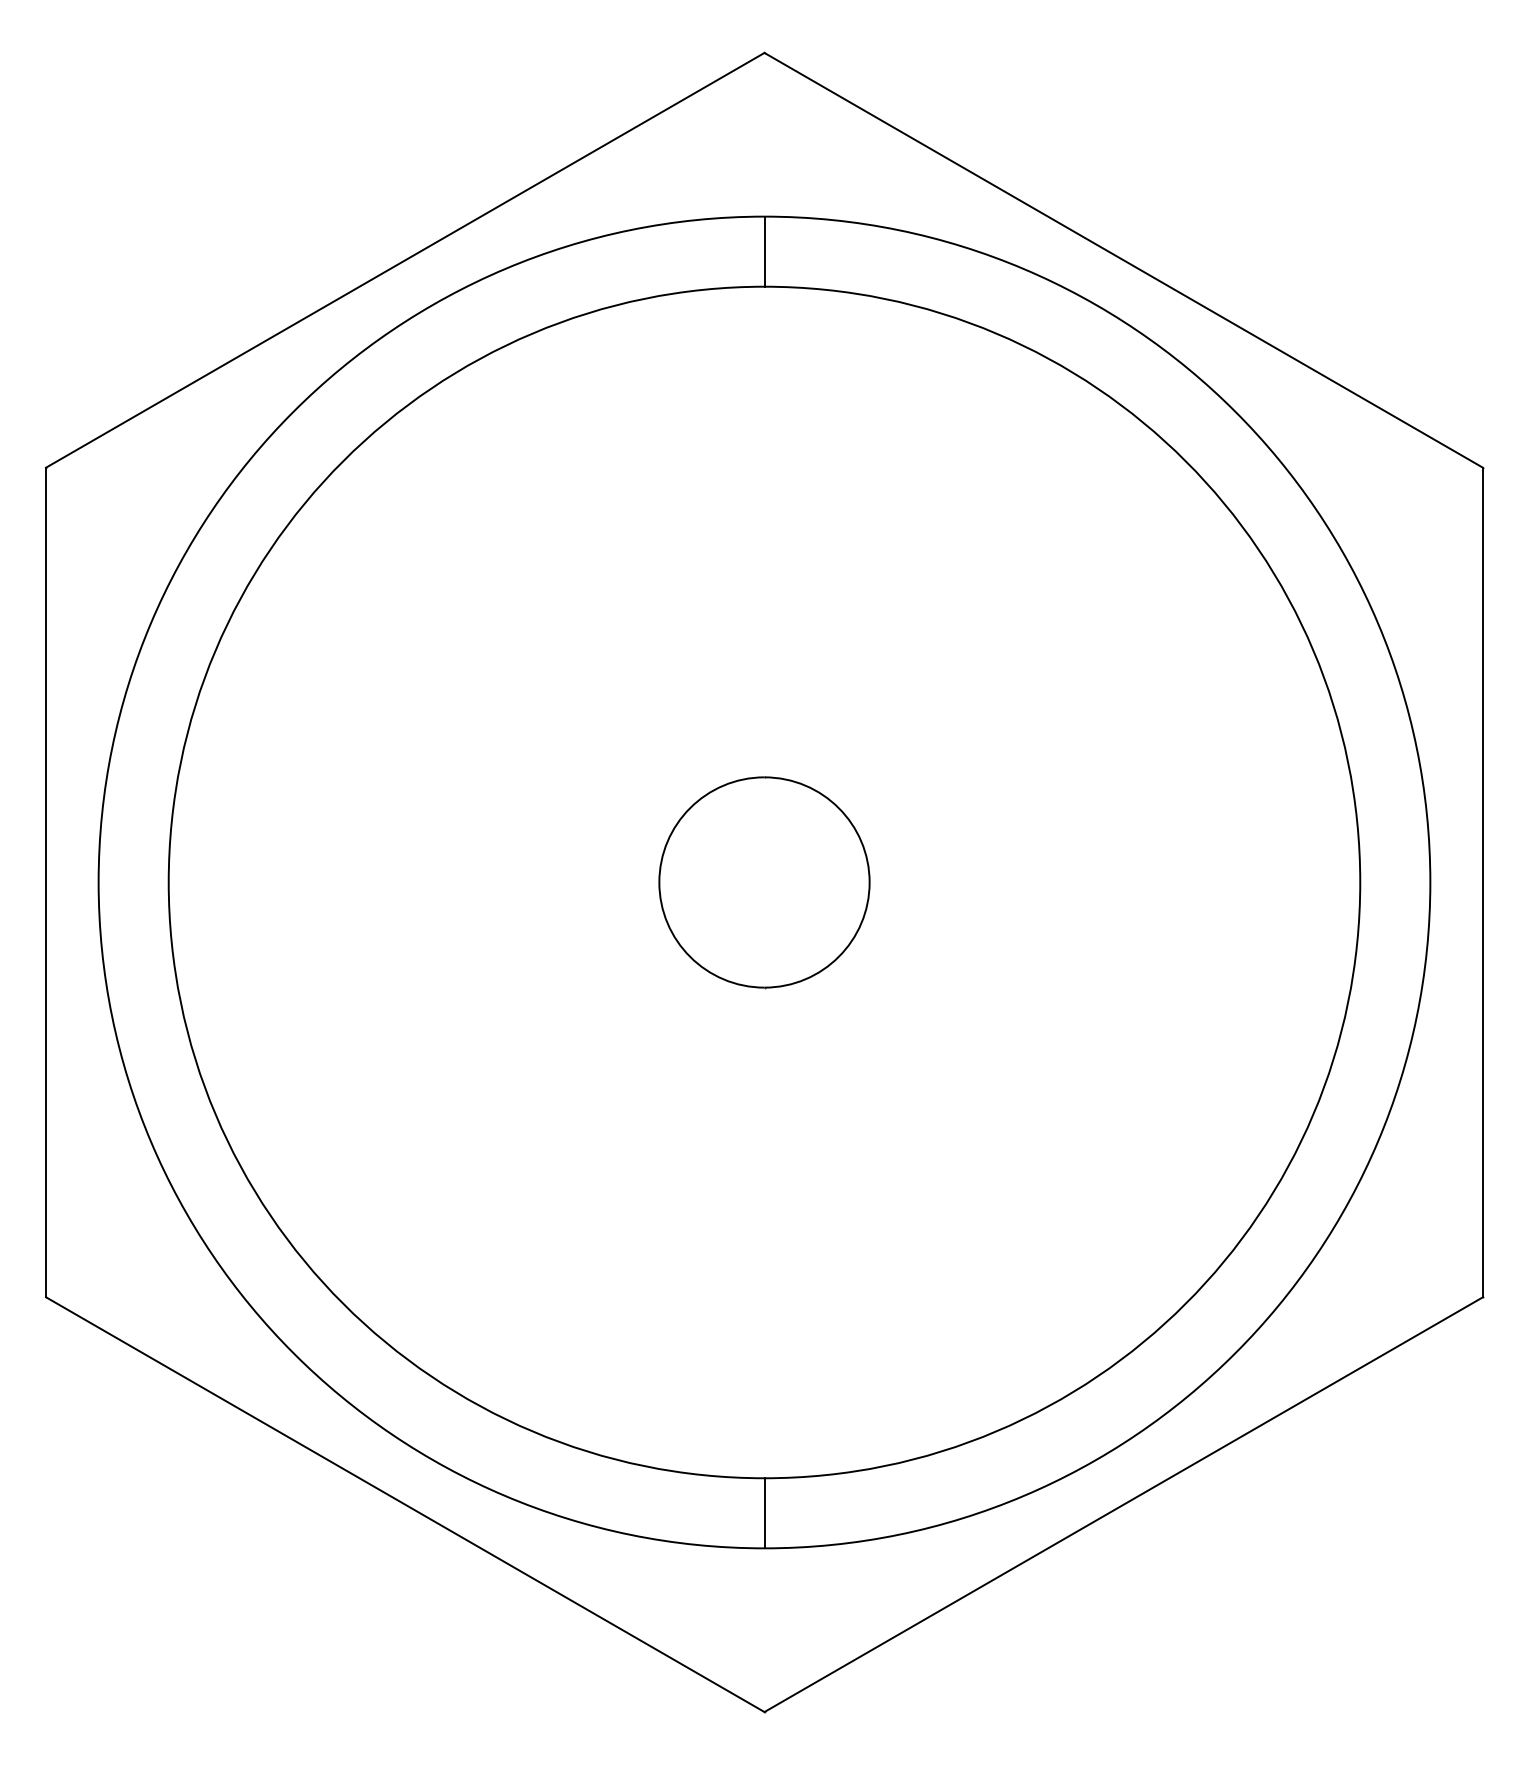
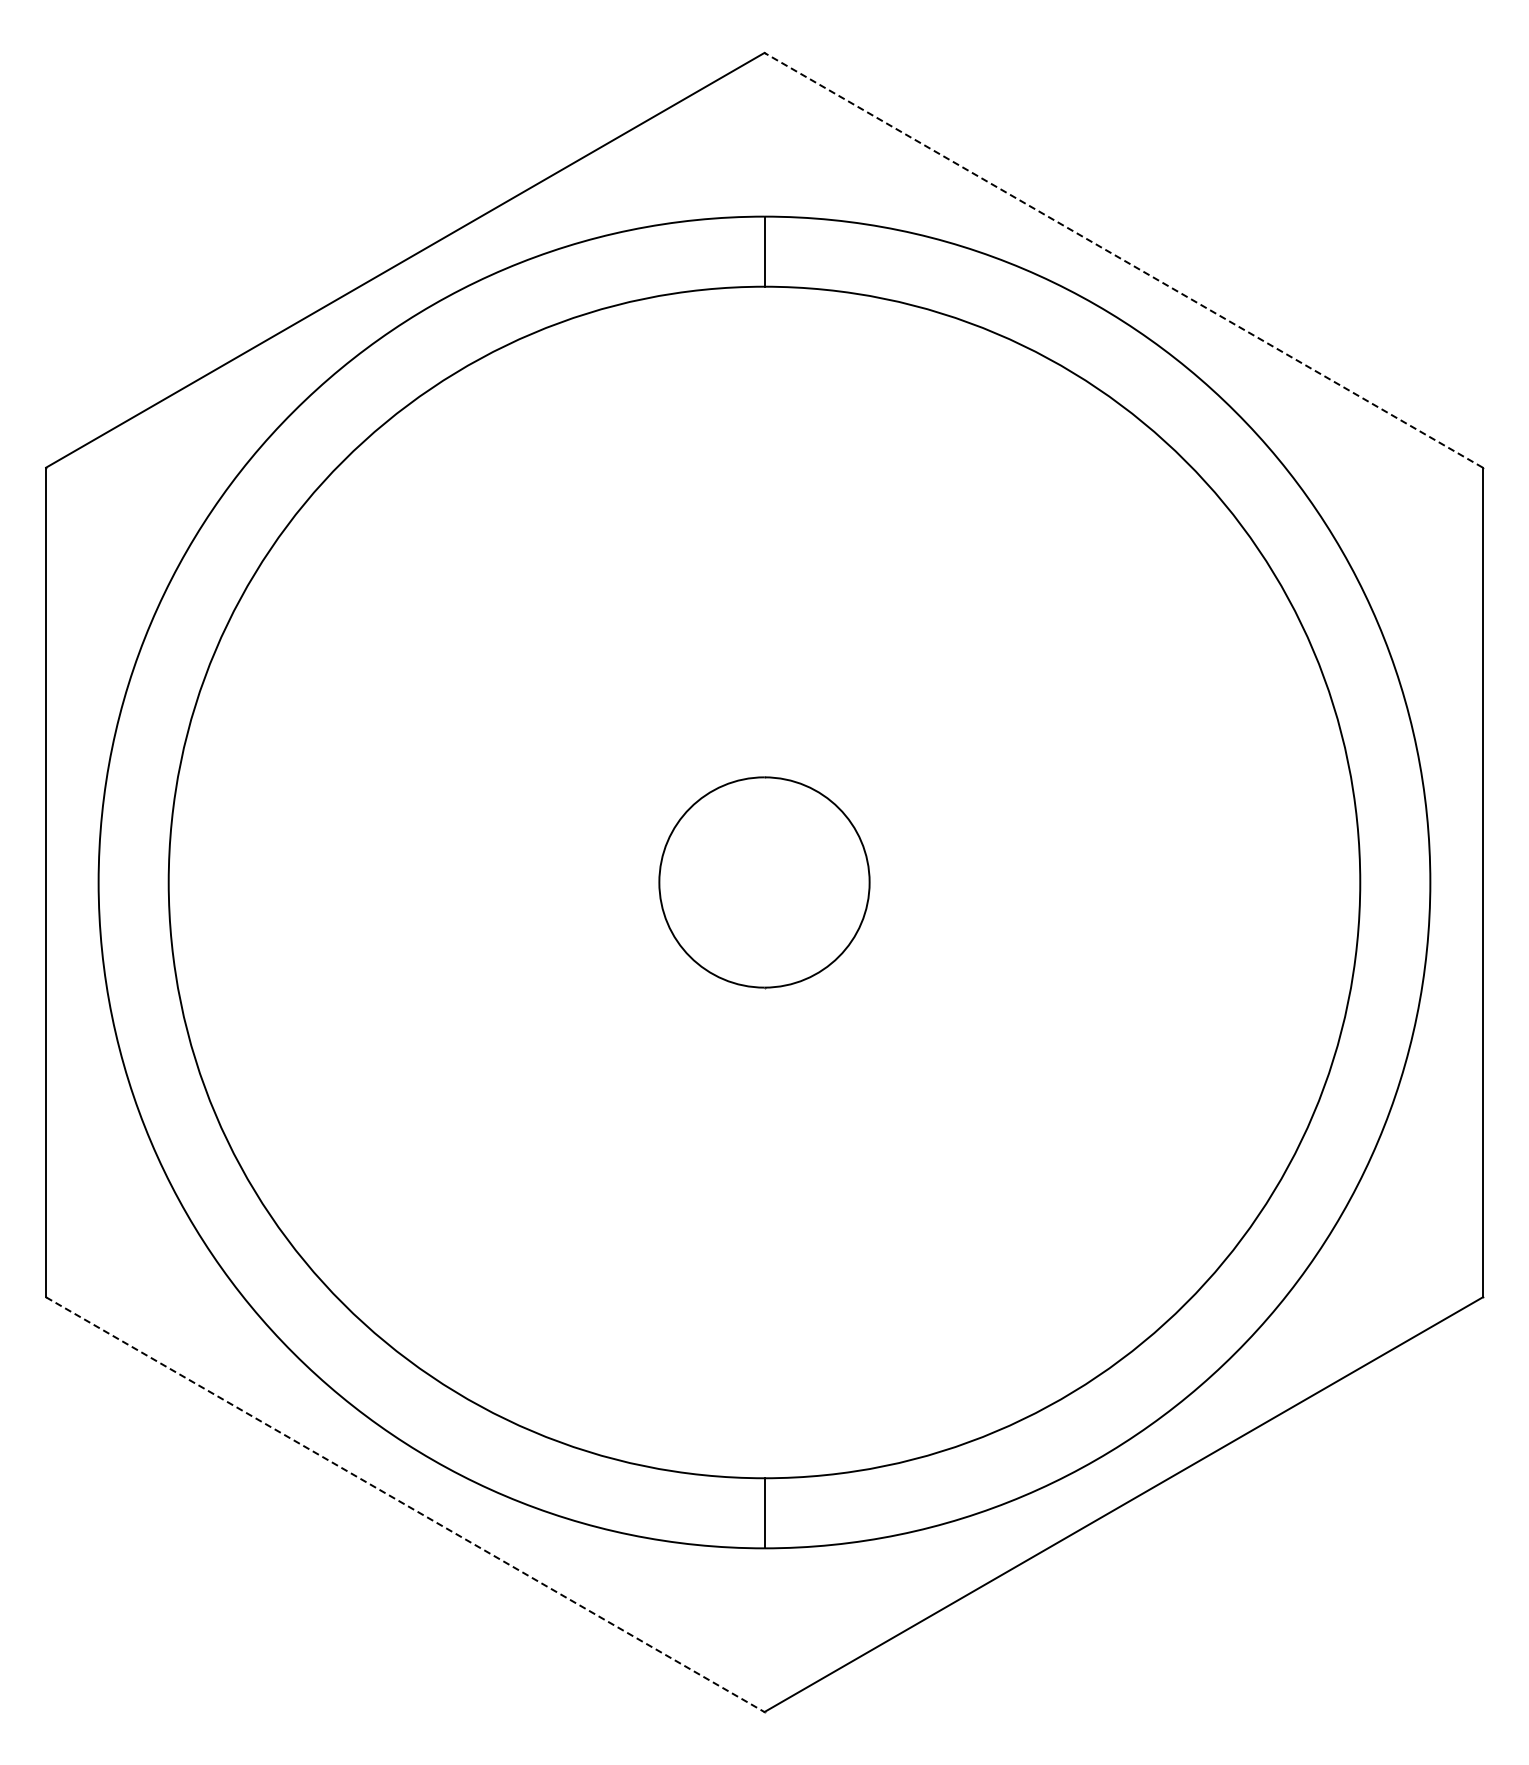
line at (1123, 260): solid -> dashed
line at (405, 1504): solid -> dashed
